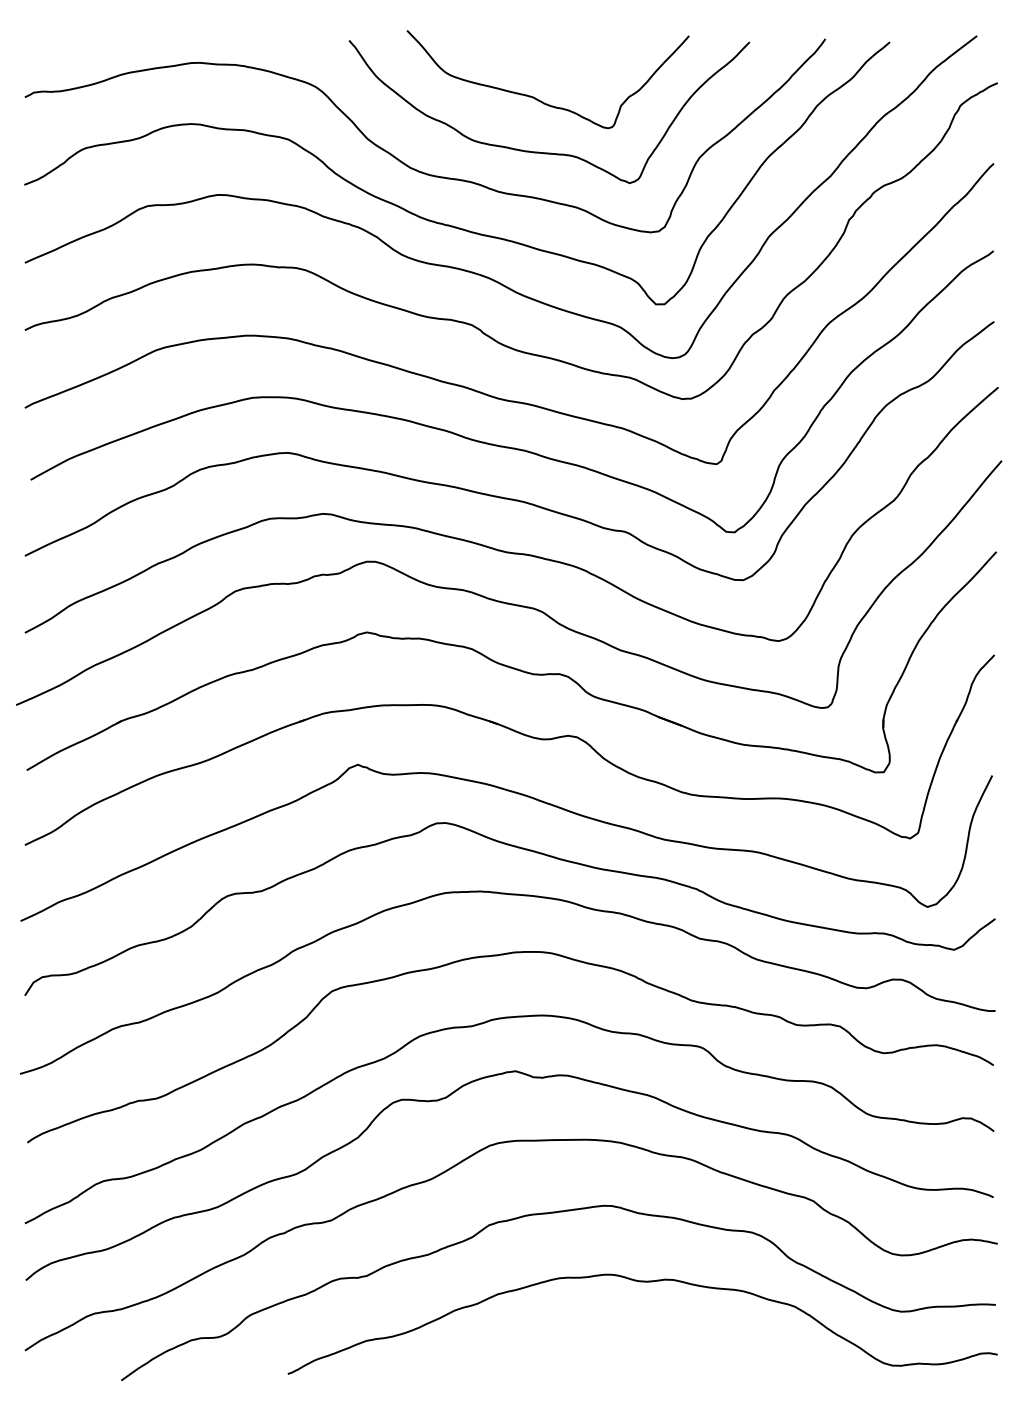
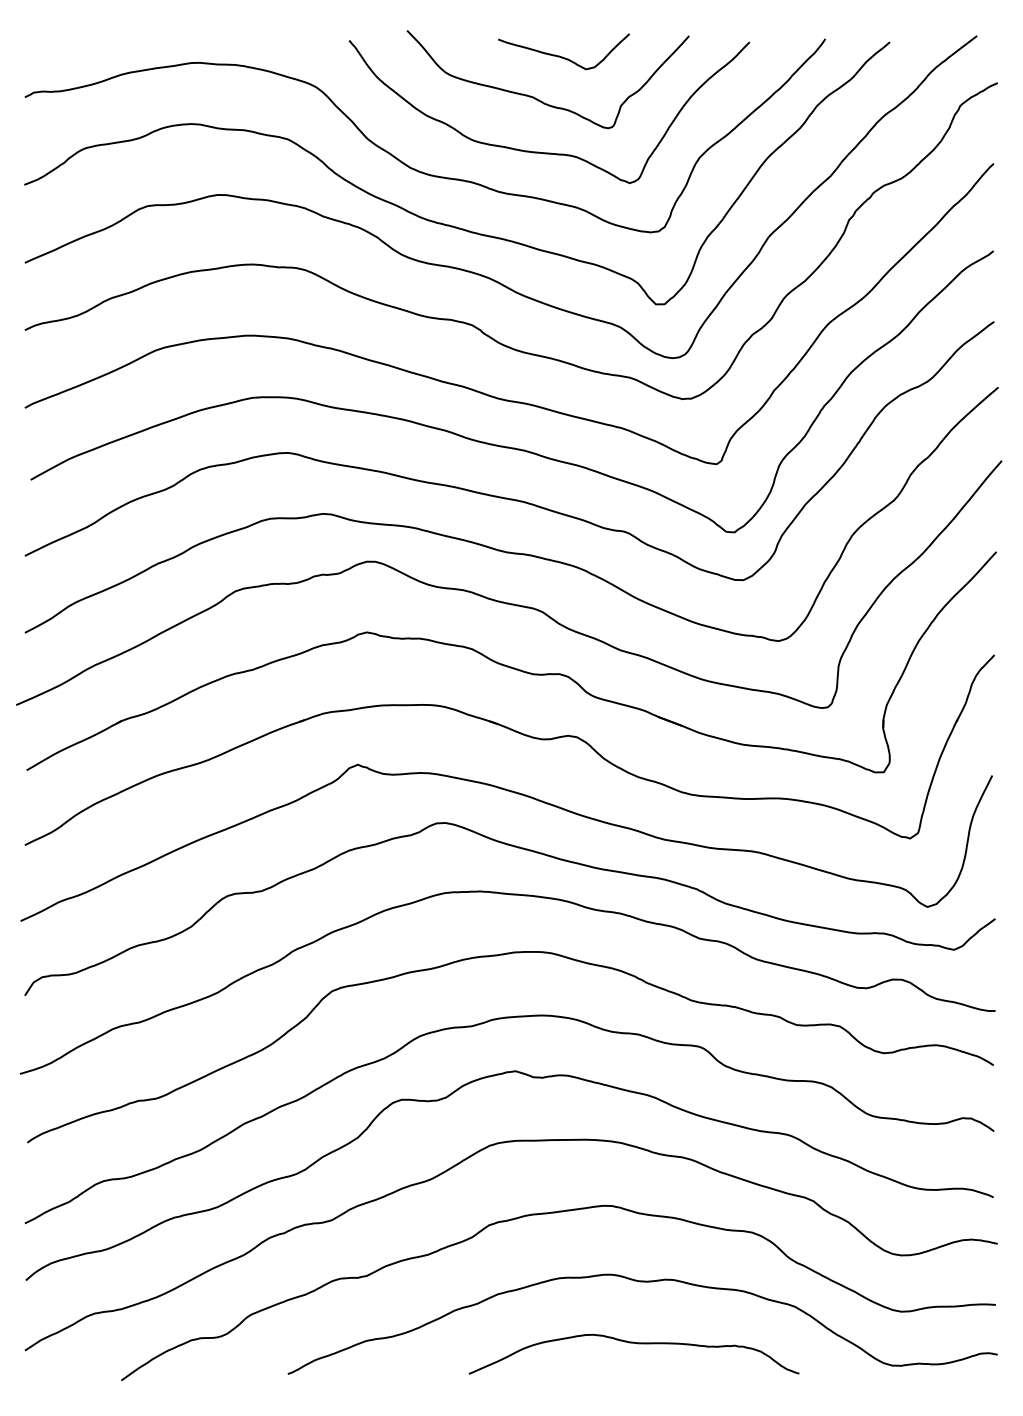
curve at (562, 56): none -> present
curve at (637, 1344): none -> present
